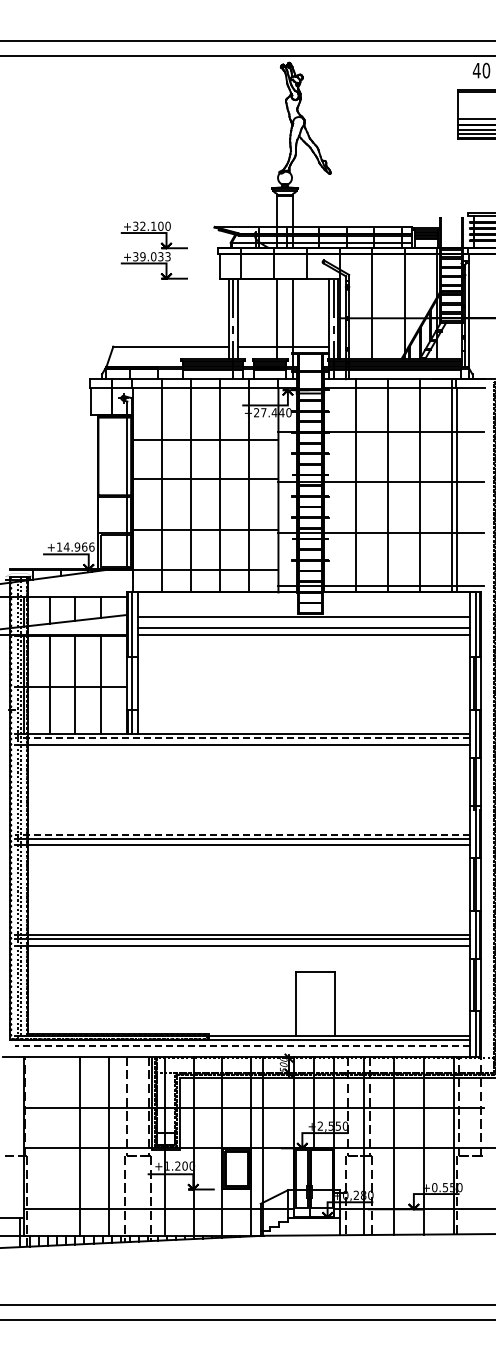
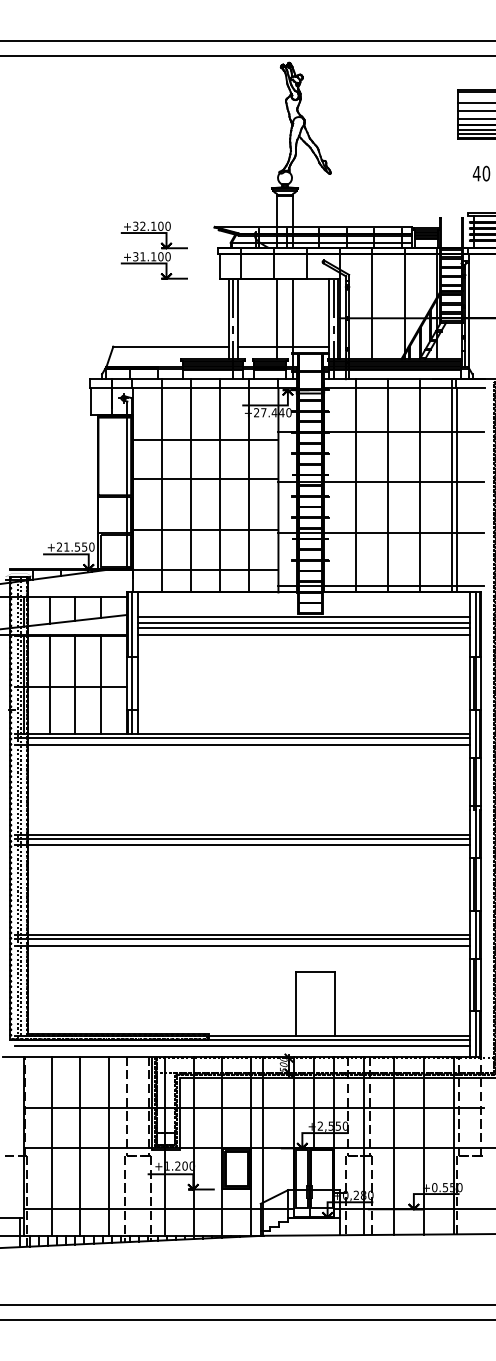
text at (481, 70) position: (481, 70) -> (481, 173)
line at (474, 102): none -> present
line at (474, 111): none -> present
text at (155, 256): +39.033 -> +31.100
text at (75, 546): +14.966 -> +21.550
line at (304, 623): none -> present
line at (242, 738): dashed -> solid
line at (242, 834): dashed -> solid
line at (242, 1046): dashed -> solid
line at (52, 1145): none -> present
